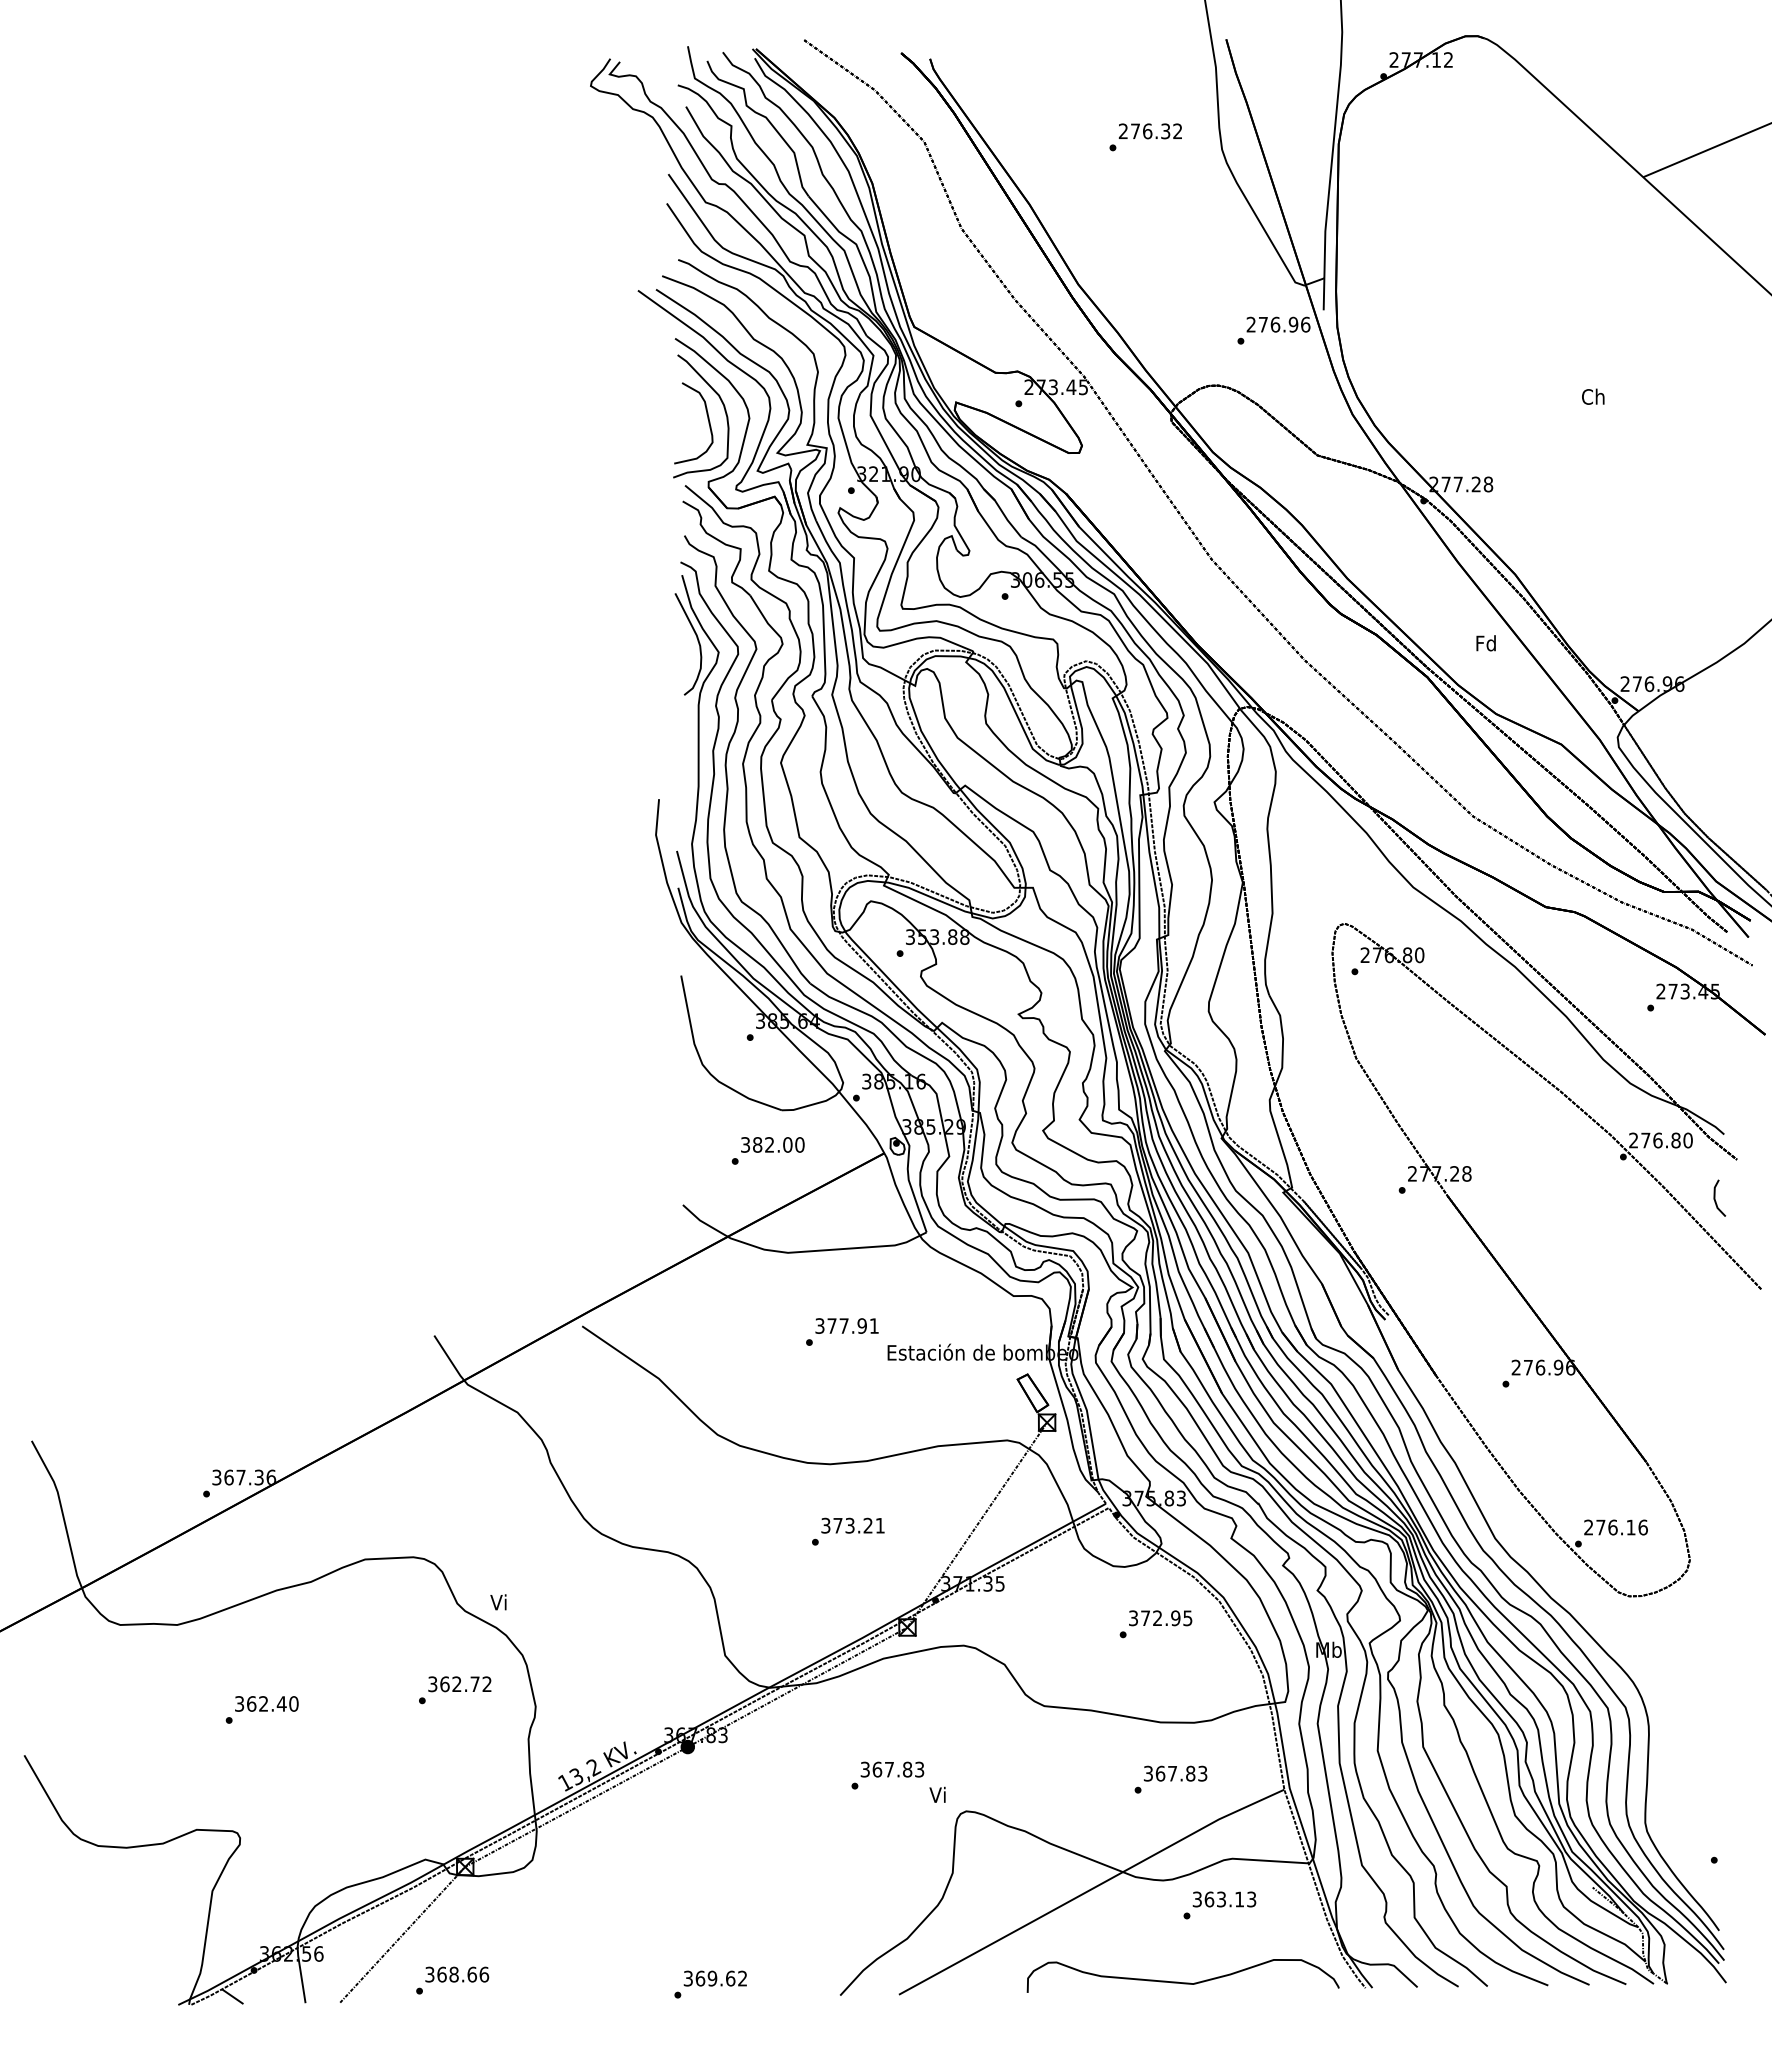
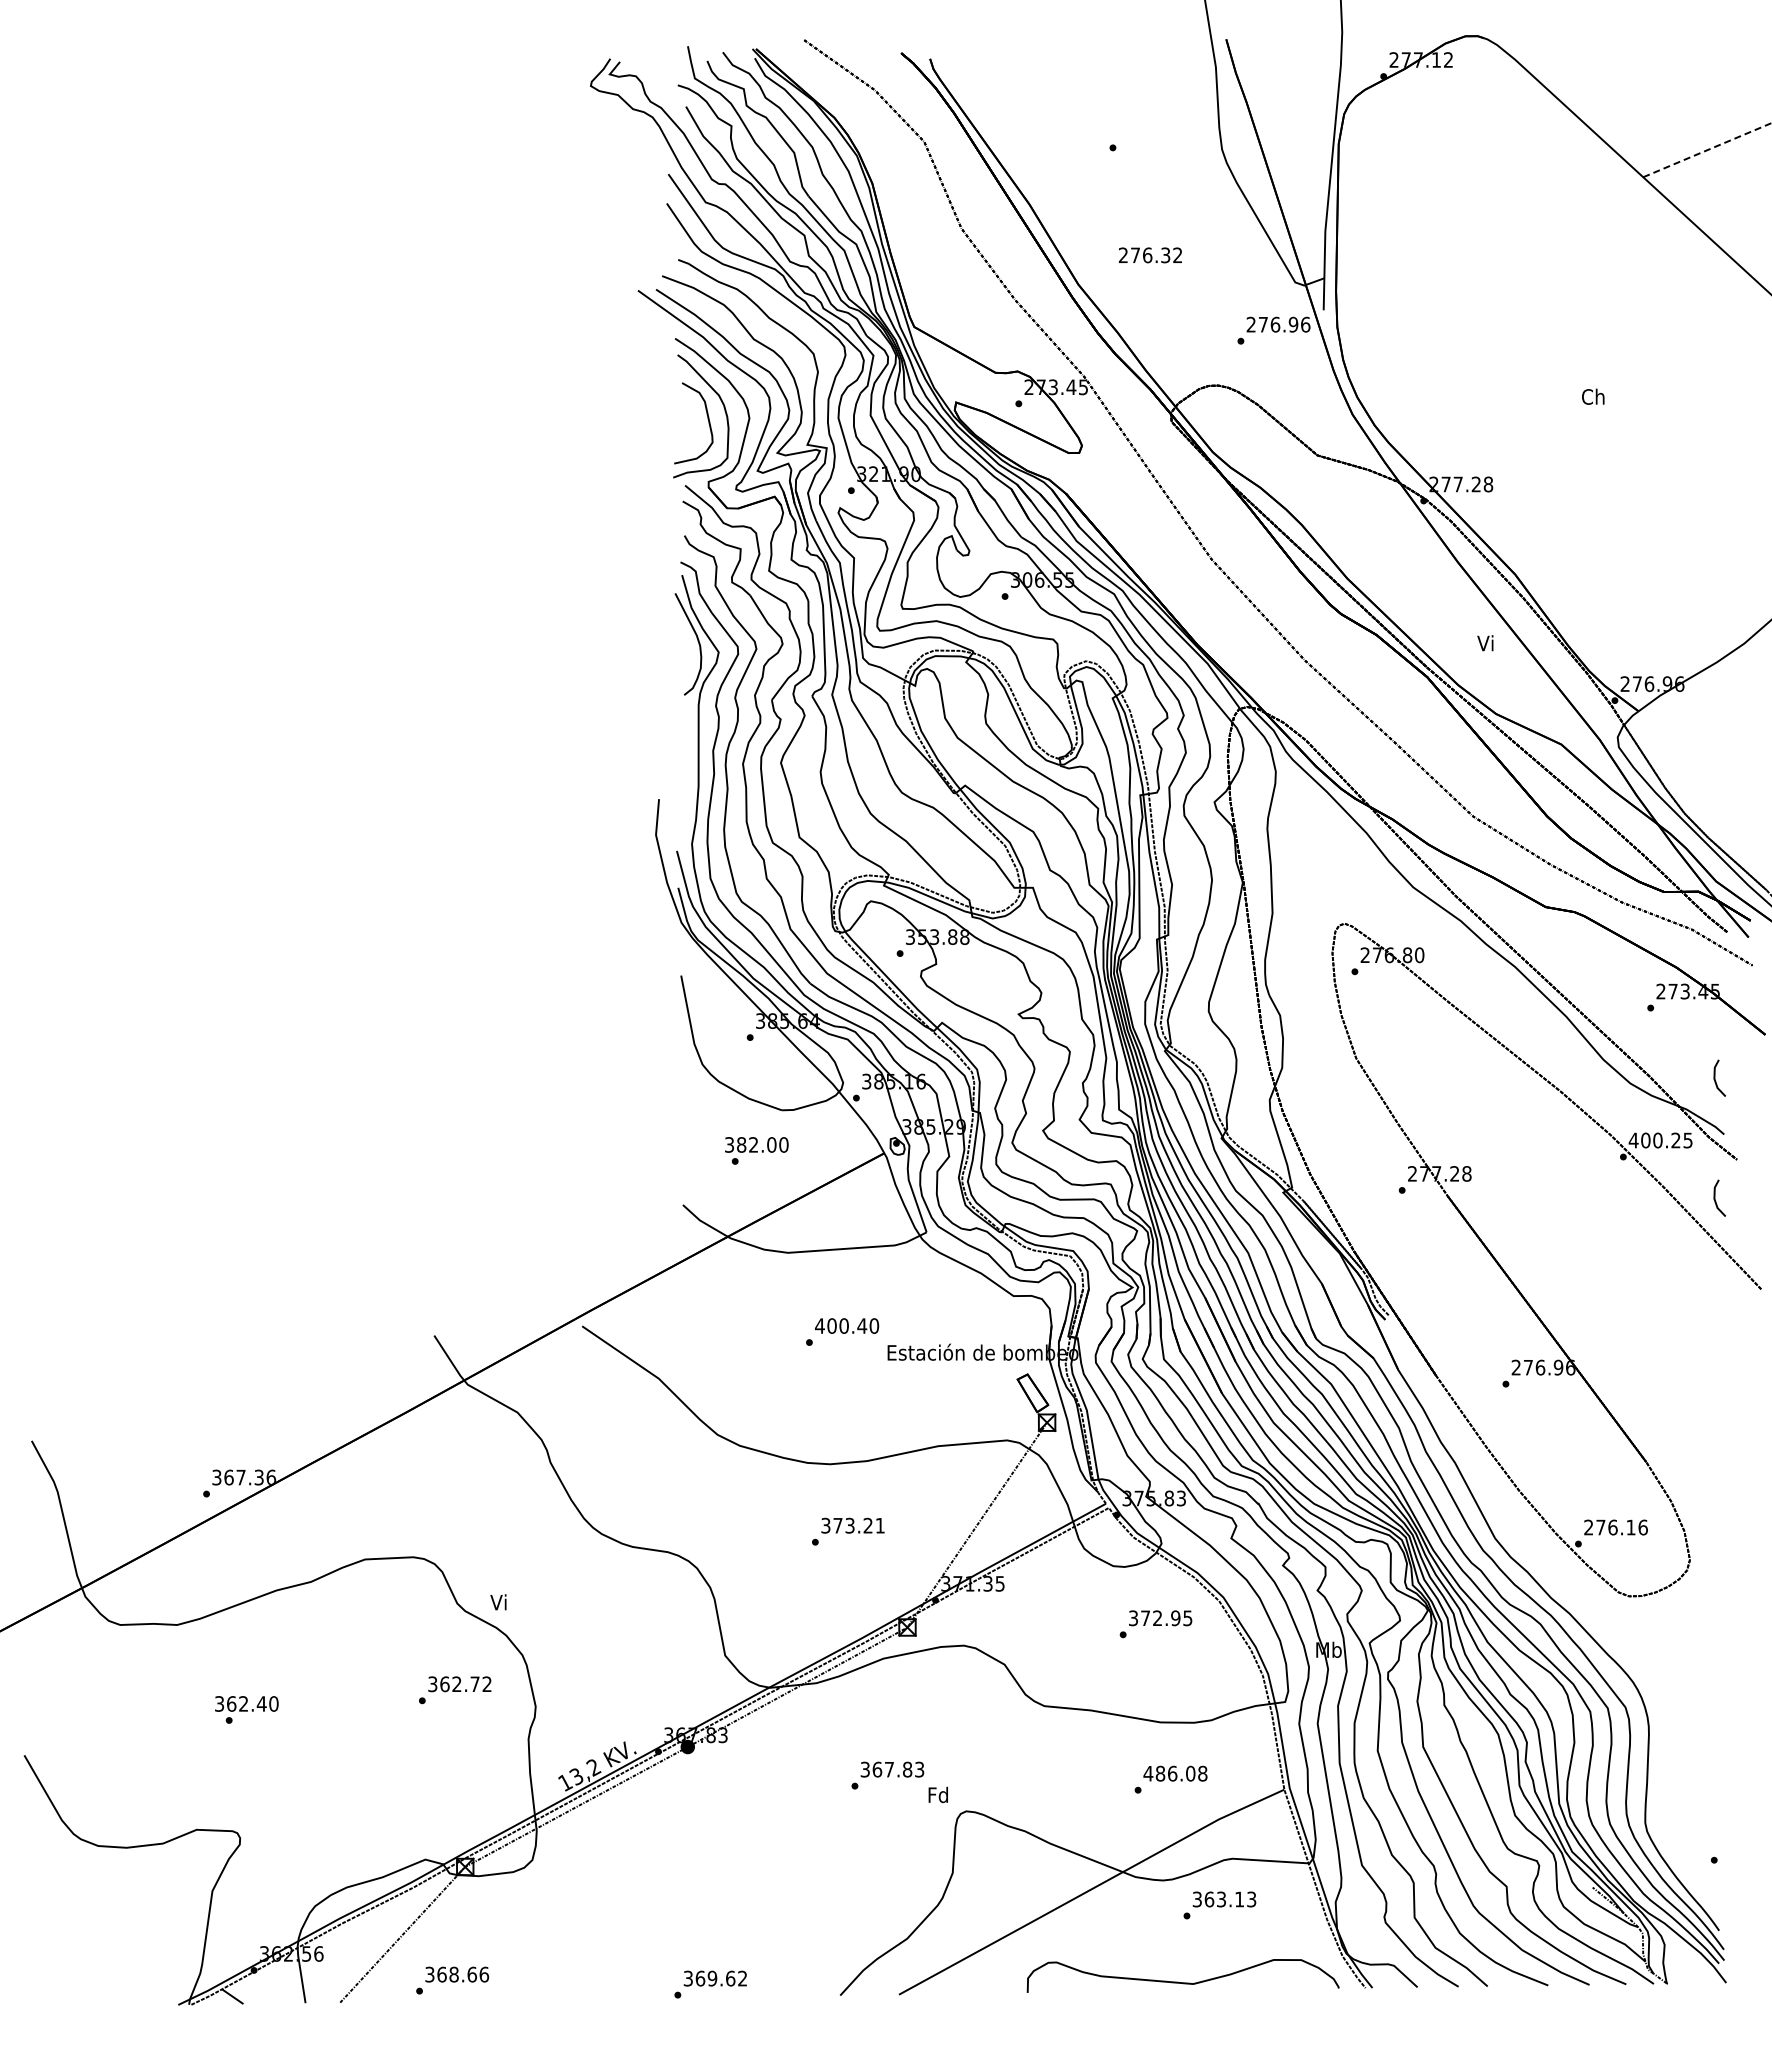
text at (1149, 131) position: (1149, 131) -> (1149, 255)
line at (1707, 150): solid -> dashed
text at (1485, 643): Fd -> Vi
line at (1715, 1077): none -> present
text at (1660, 1140): 276.80 -> 400.25
text at (772, 1144) position: (772, 1144) -> (756, 1144)
text at (847, 1325): 377.91 -> 400.40
text at (266, 1703) position: (266, 1703) -> (246, 1703)
text at (1175, 1773): 367.83 -> 486.08
text at (937, 1794): Vi -> Fd
